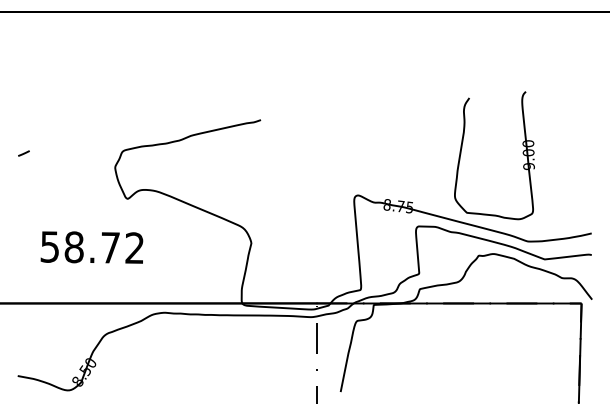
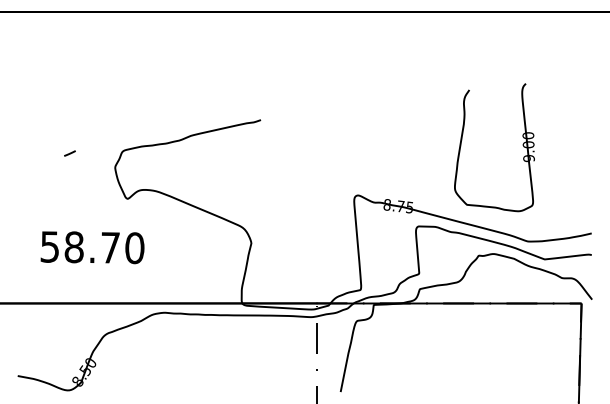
curve at (23, 153) position: (23, 153) -> (69, 153)
part at (522, 153) position: (522, 153) -> (522, 145)
text at (134, 248): 58.72 -> 58.70
